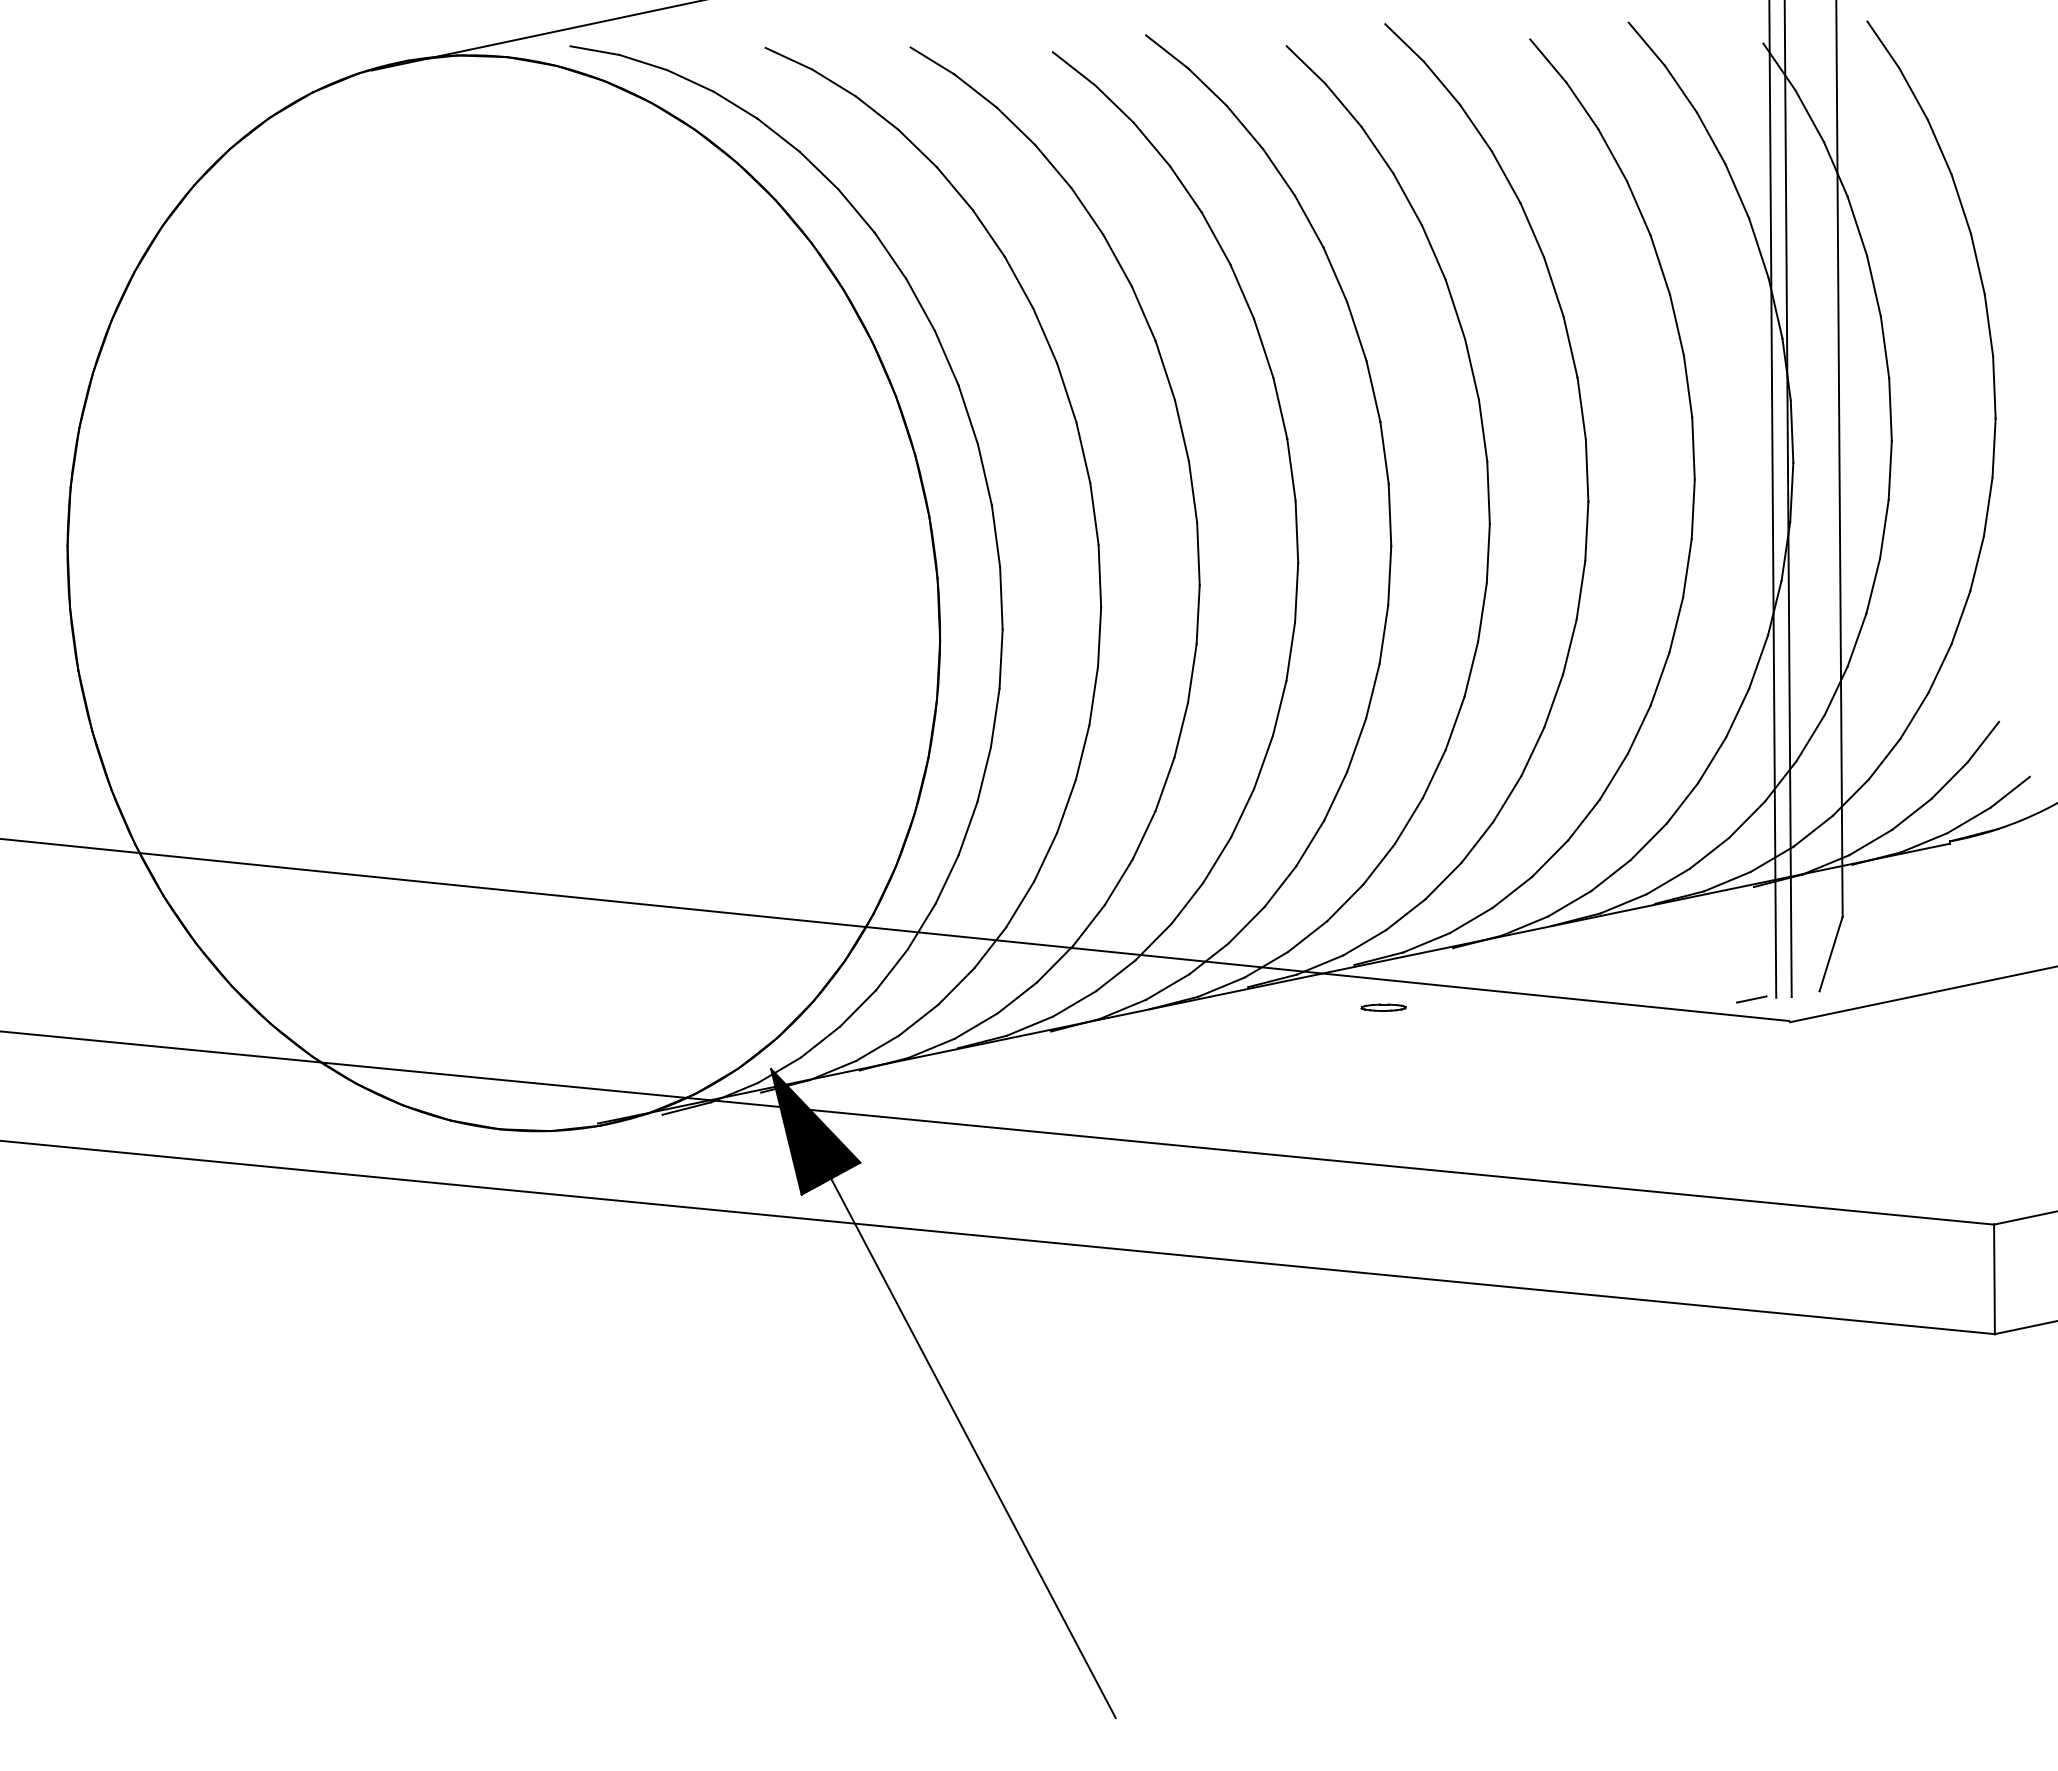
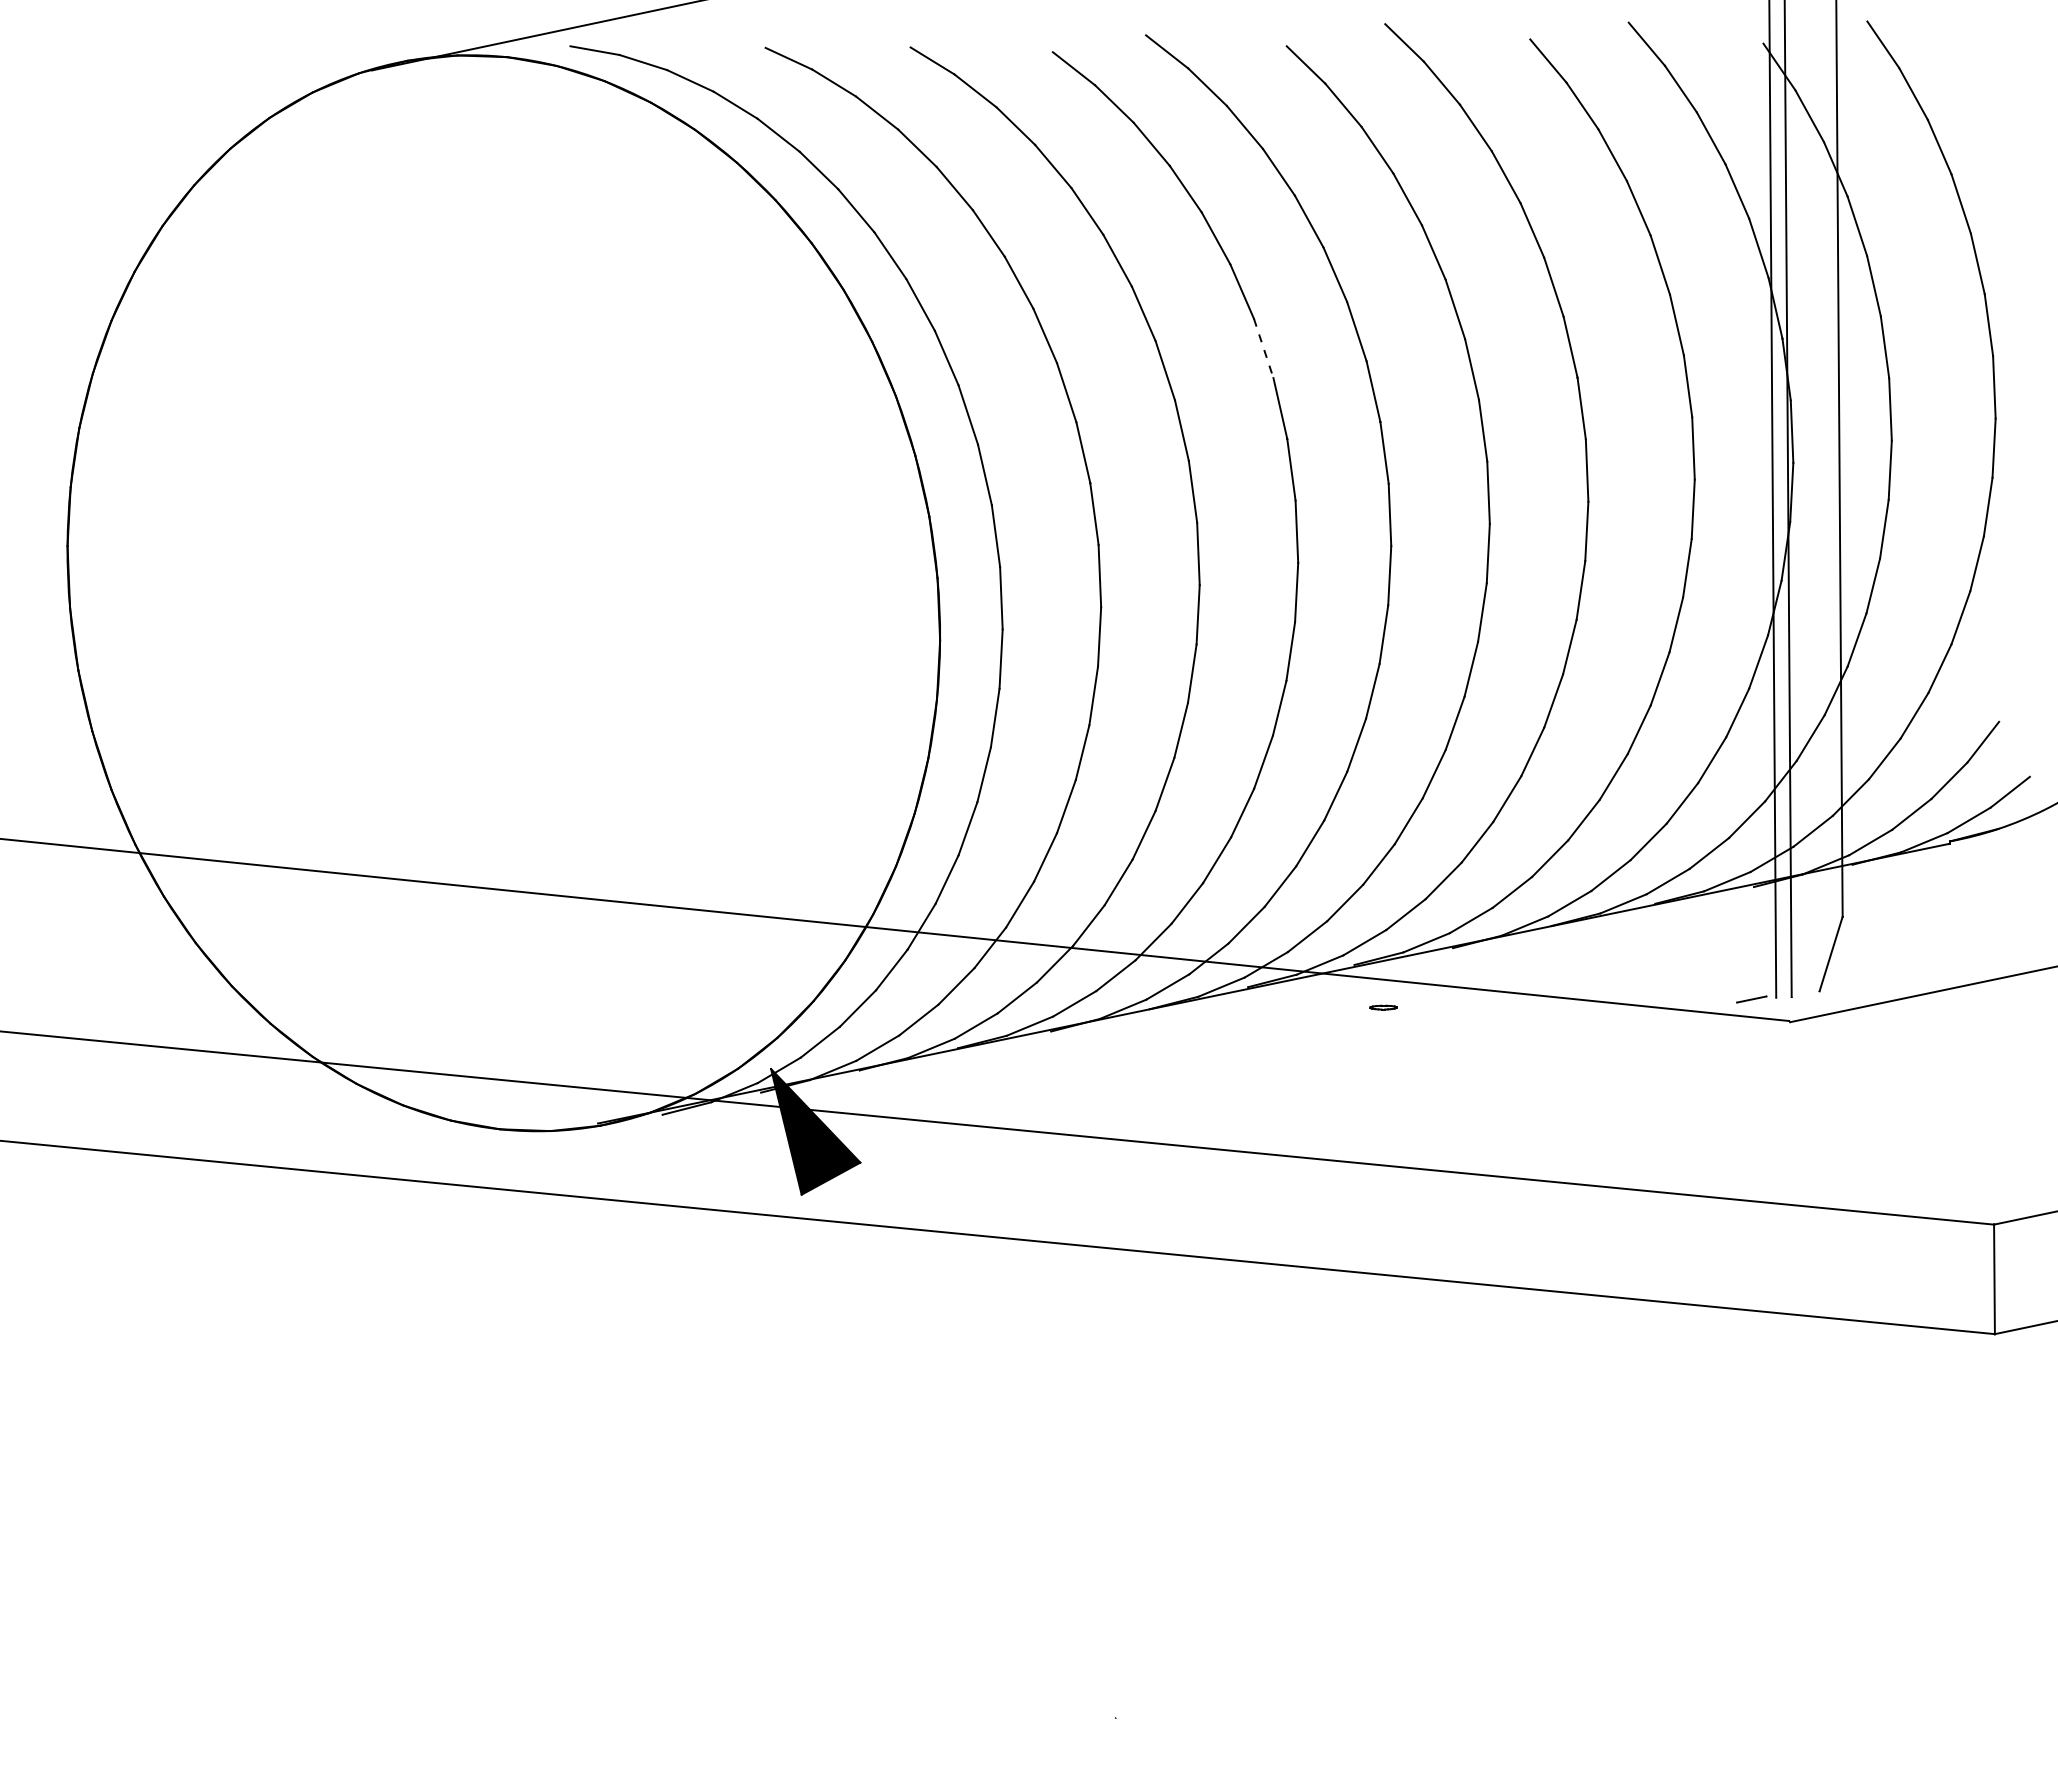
line at (1263, 348): solid -> dashed
part at (1383, 1007) size: 47x9 px -> 29x7 px
line at (967, 1437): present -> none
